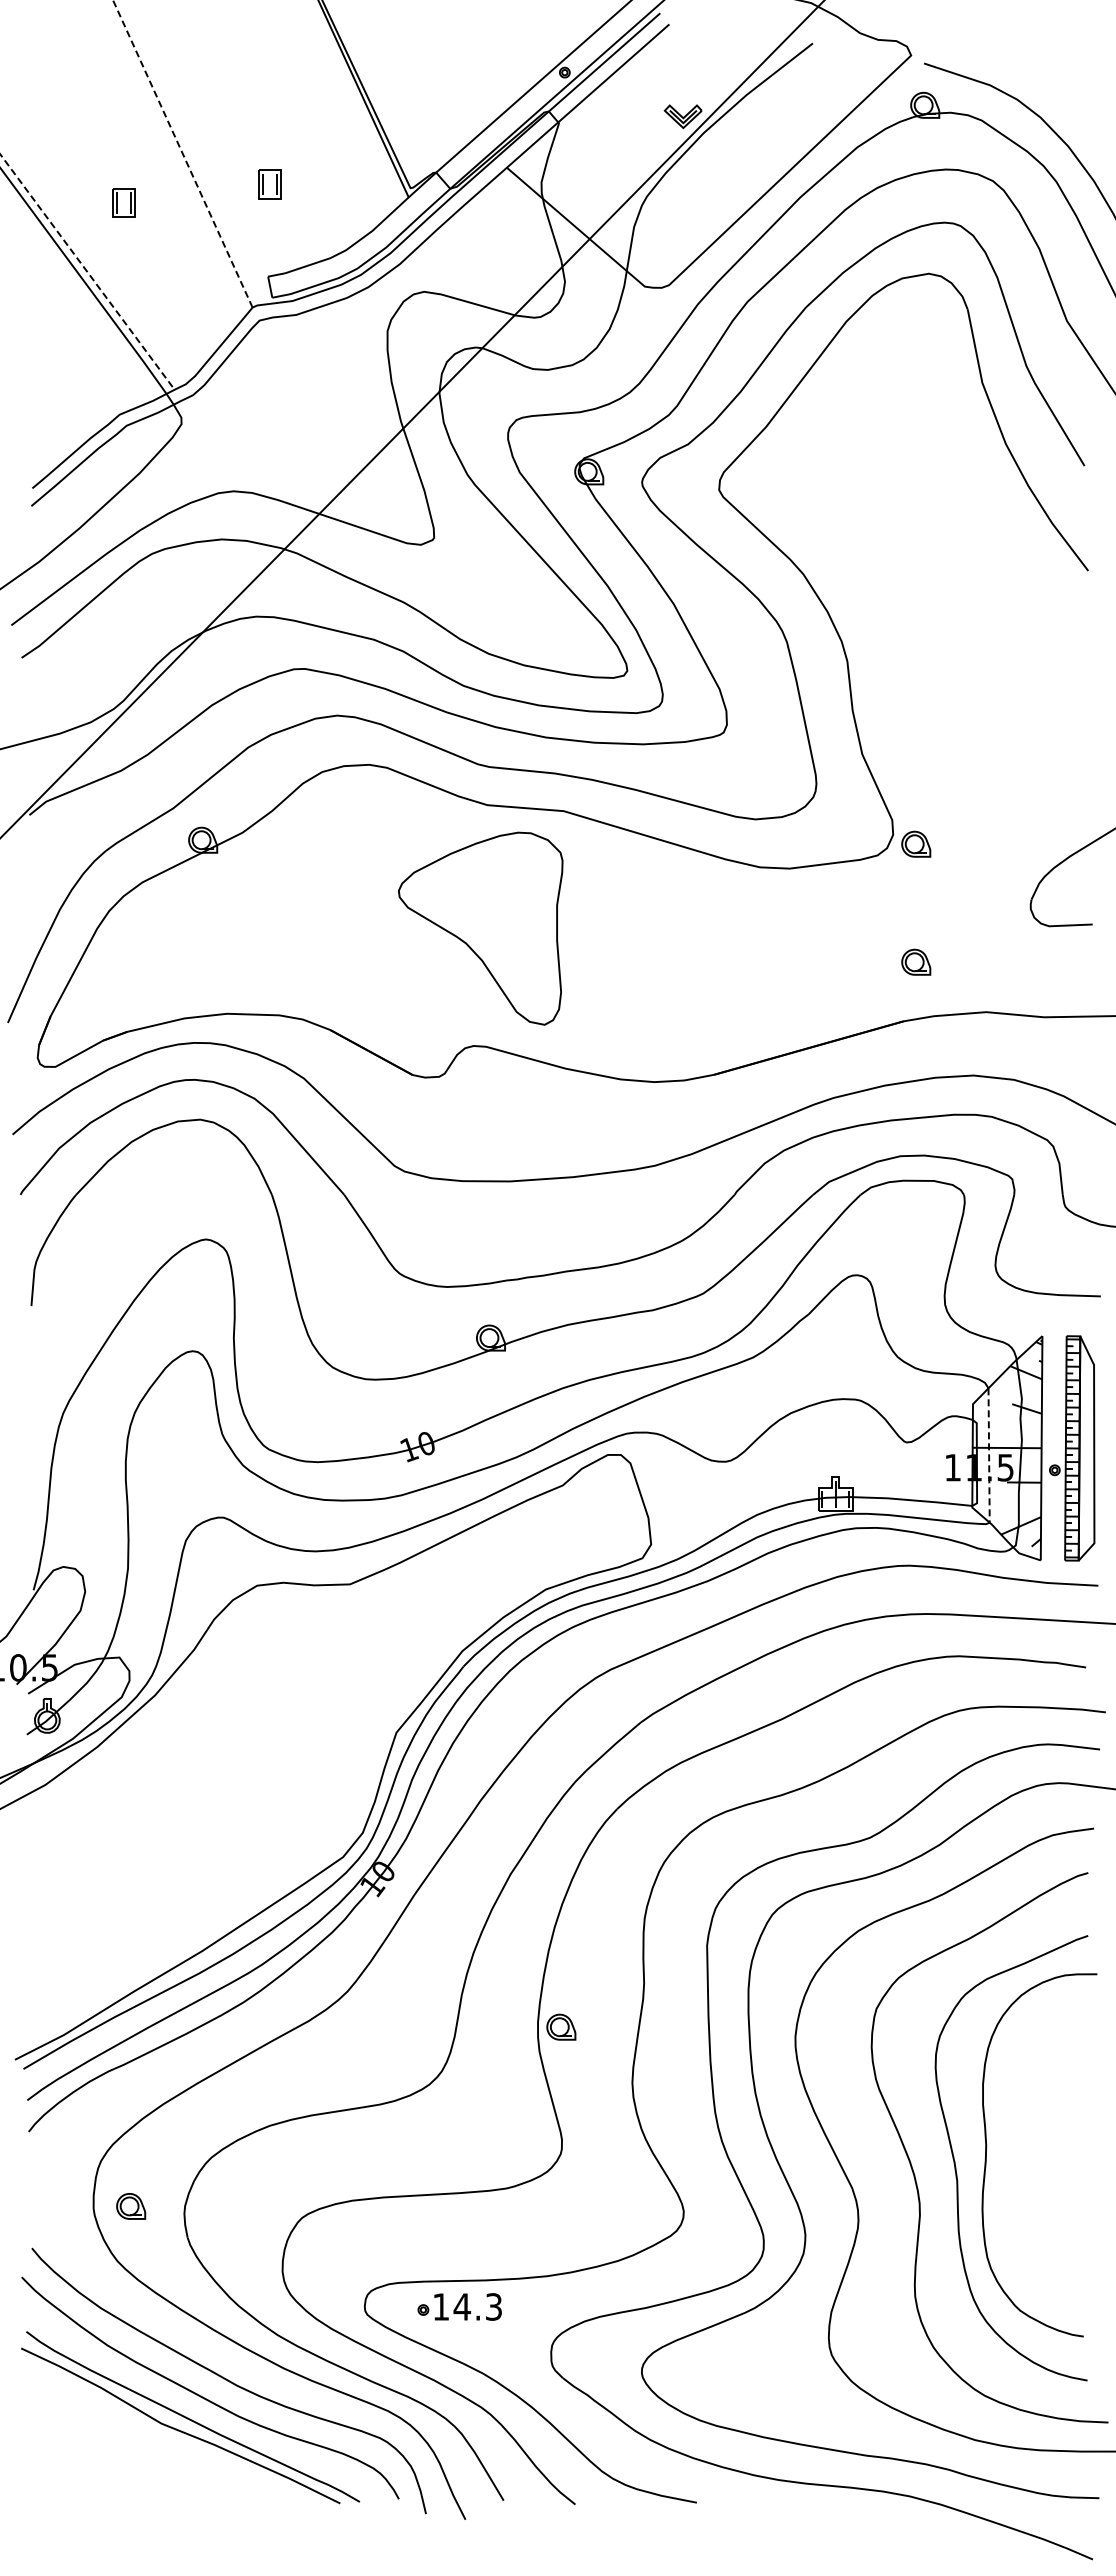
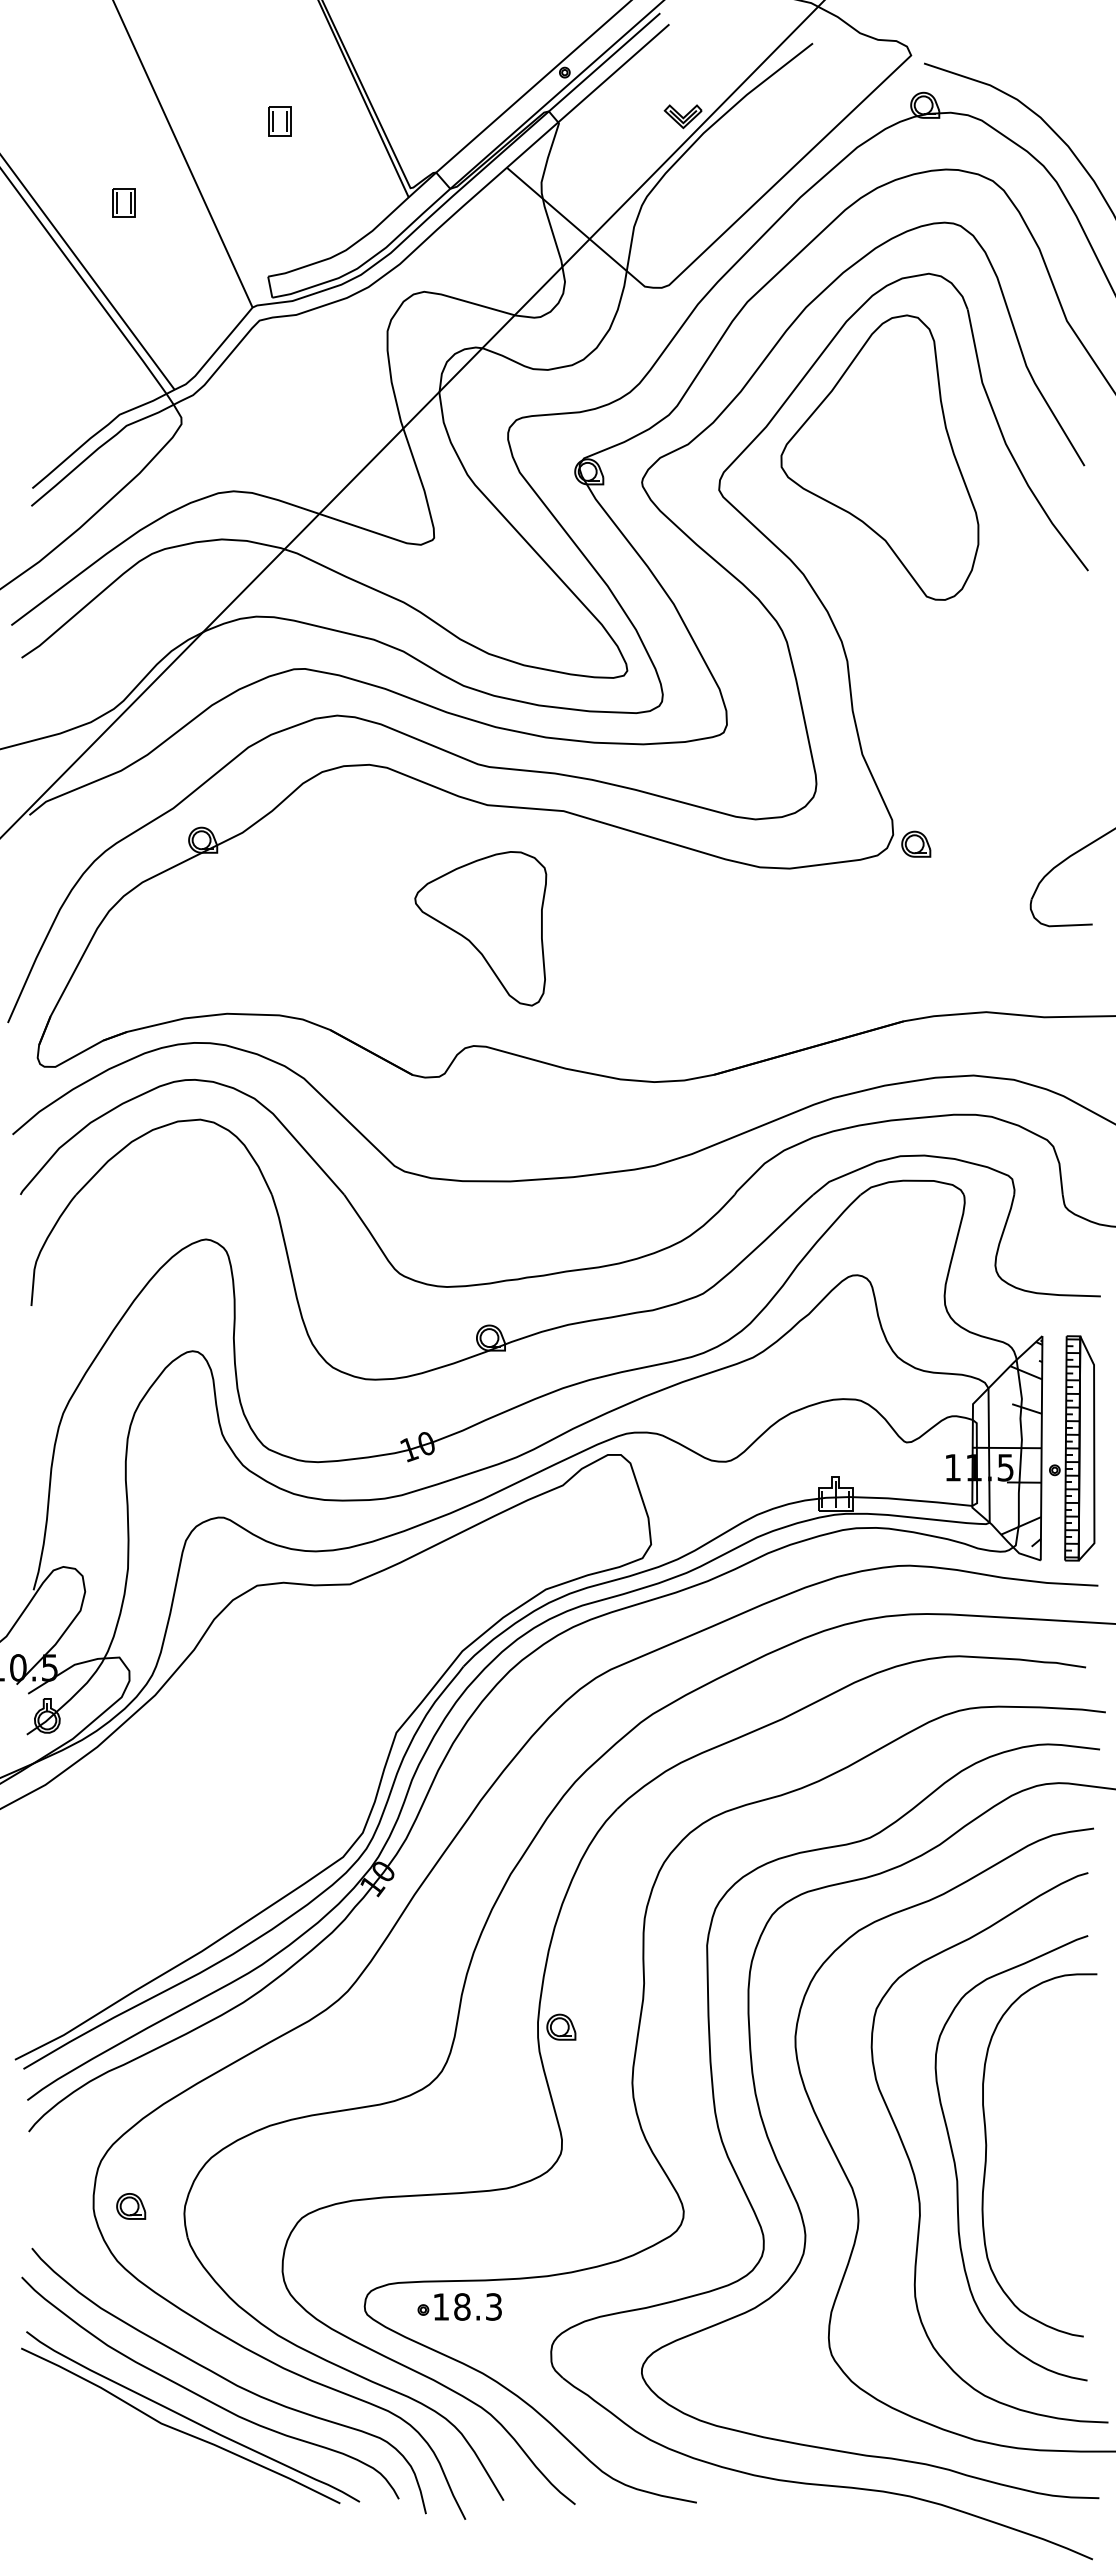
line at (182, 153): dashed -> solid
part at (269, 184) position: (269, 184) -> (279, 121)
line at (87, 272): dashed -> solid
part at (879, 457): none -> present
part at (480, 928) size: 166x195 px -> 134x156 px
part at (916, 961): present -> none
line at (989, 1456): dashed -> solid
text at (462, 2306): 14.3 -> 18.3
